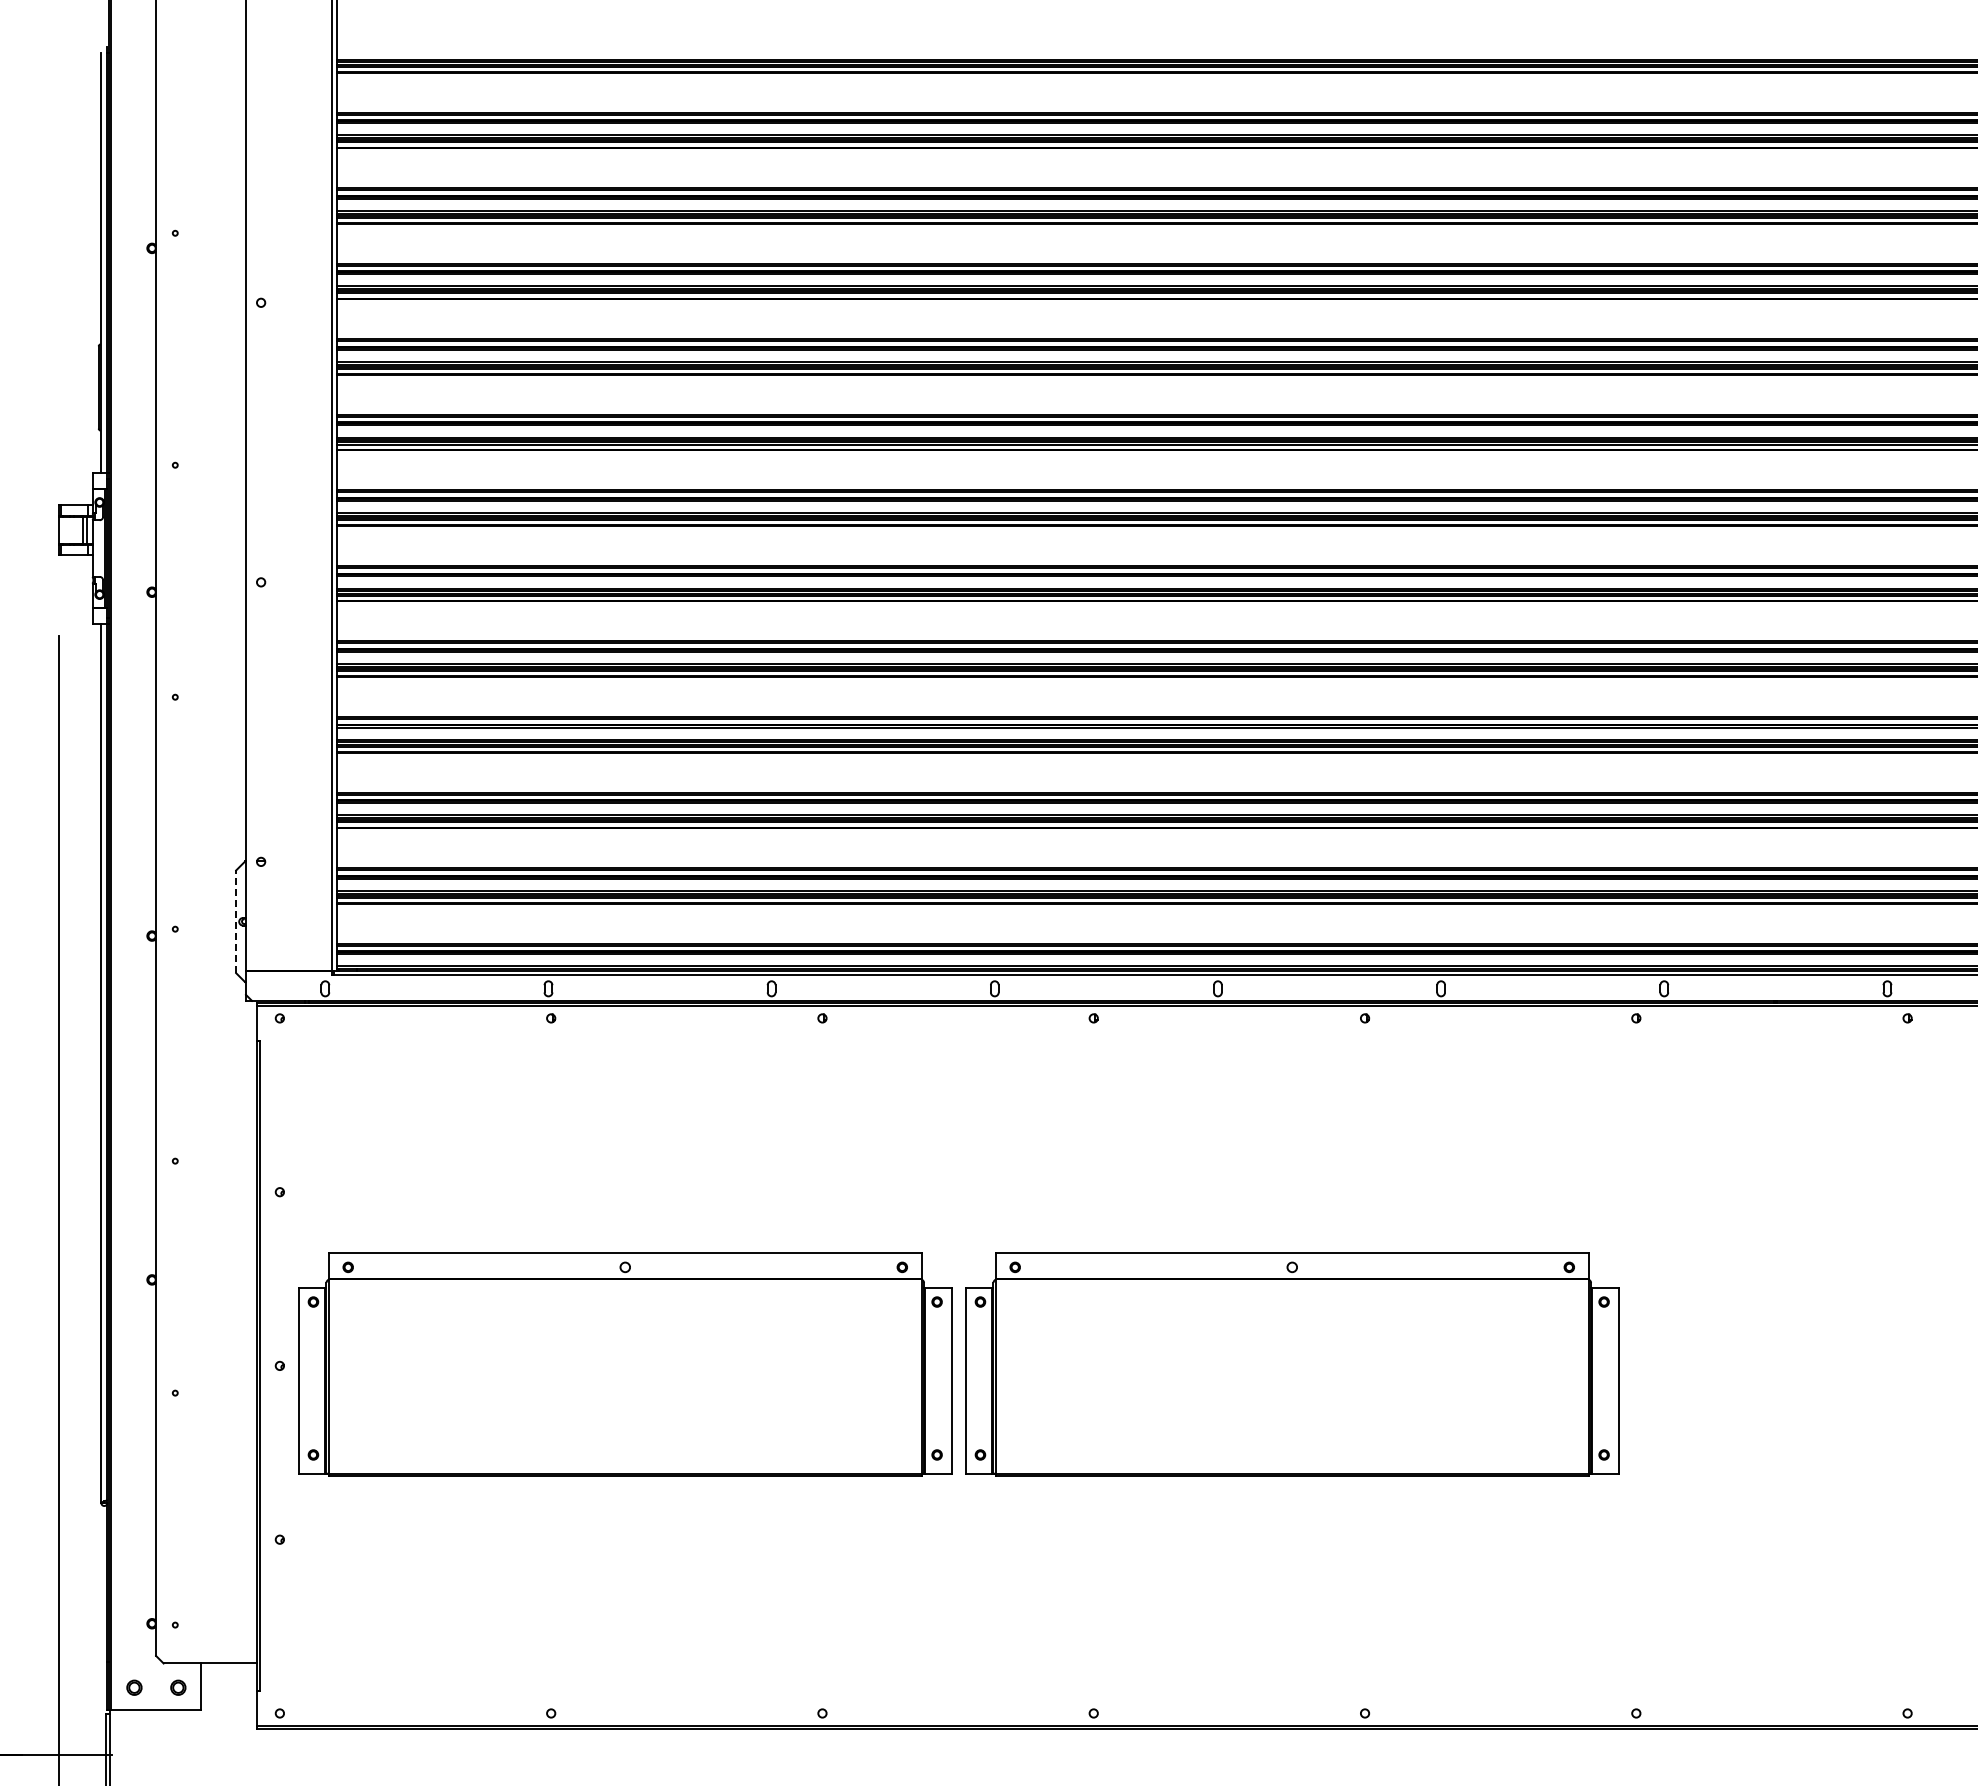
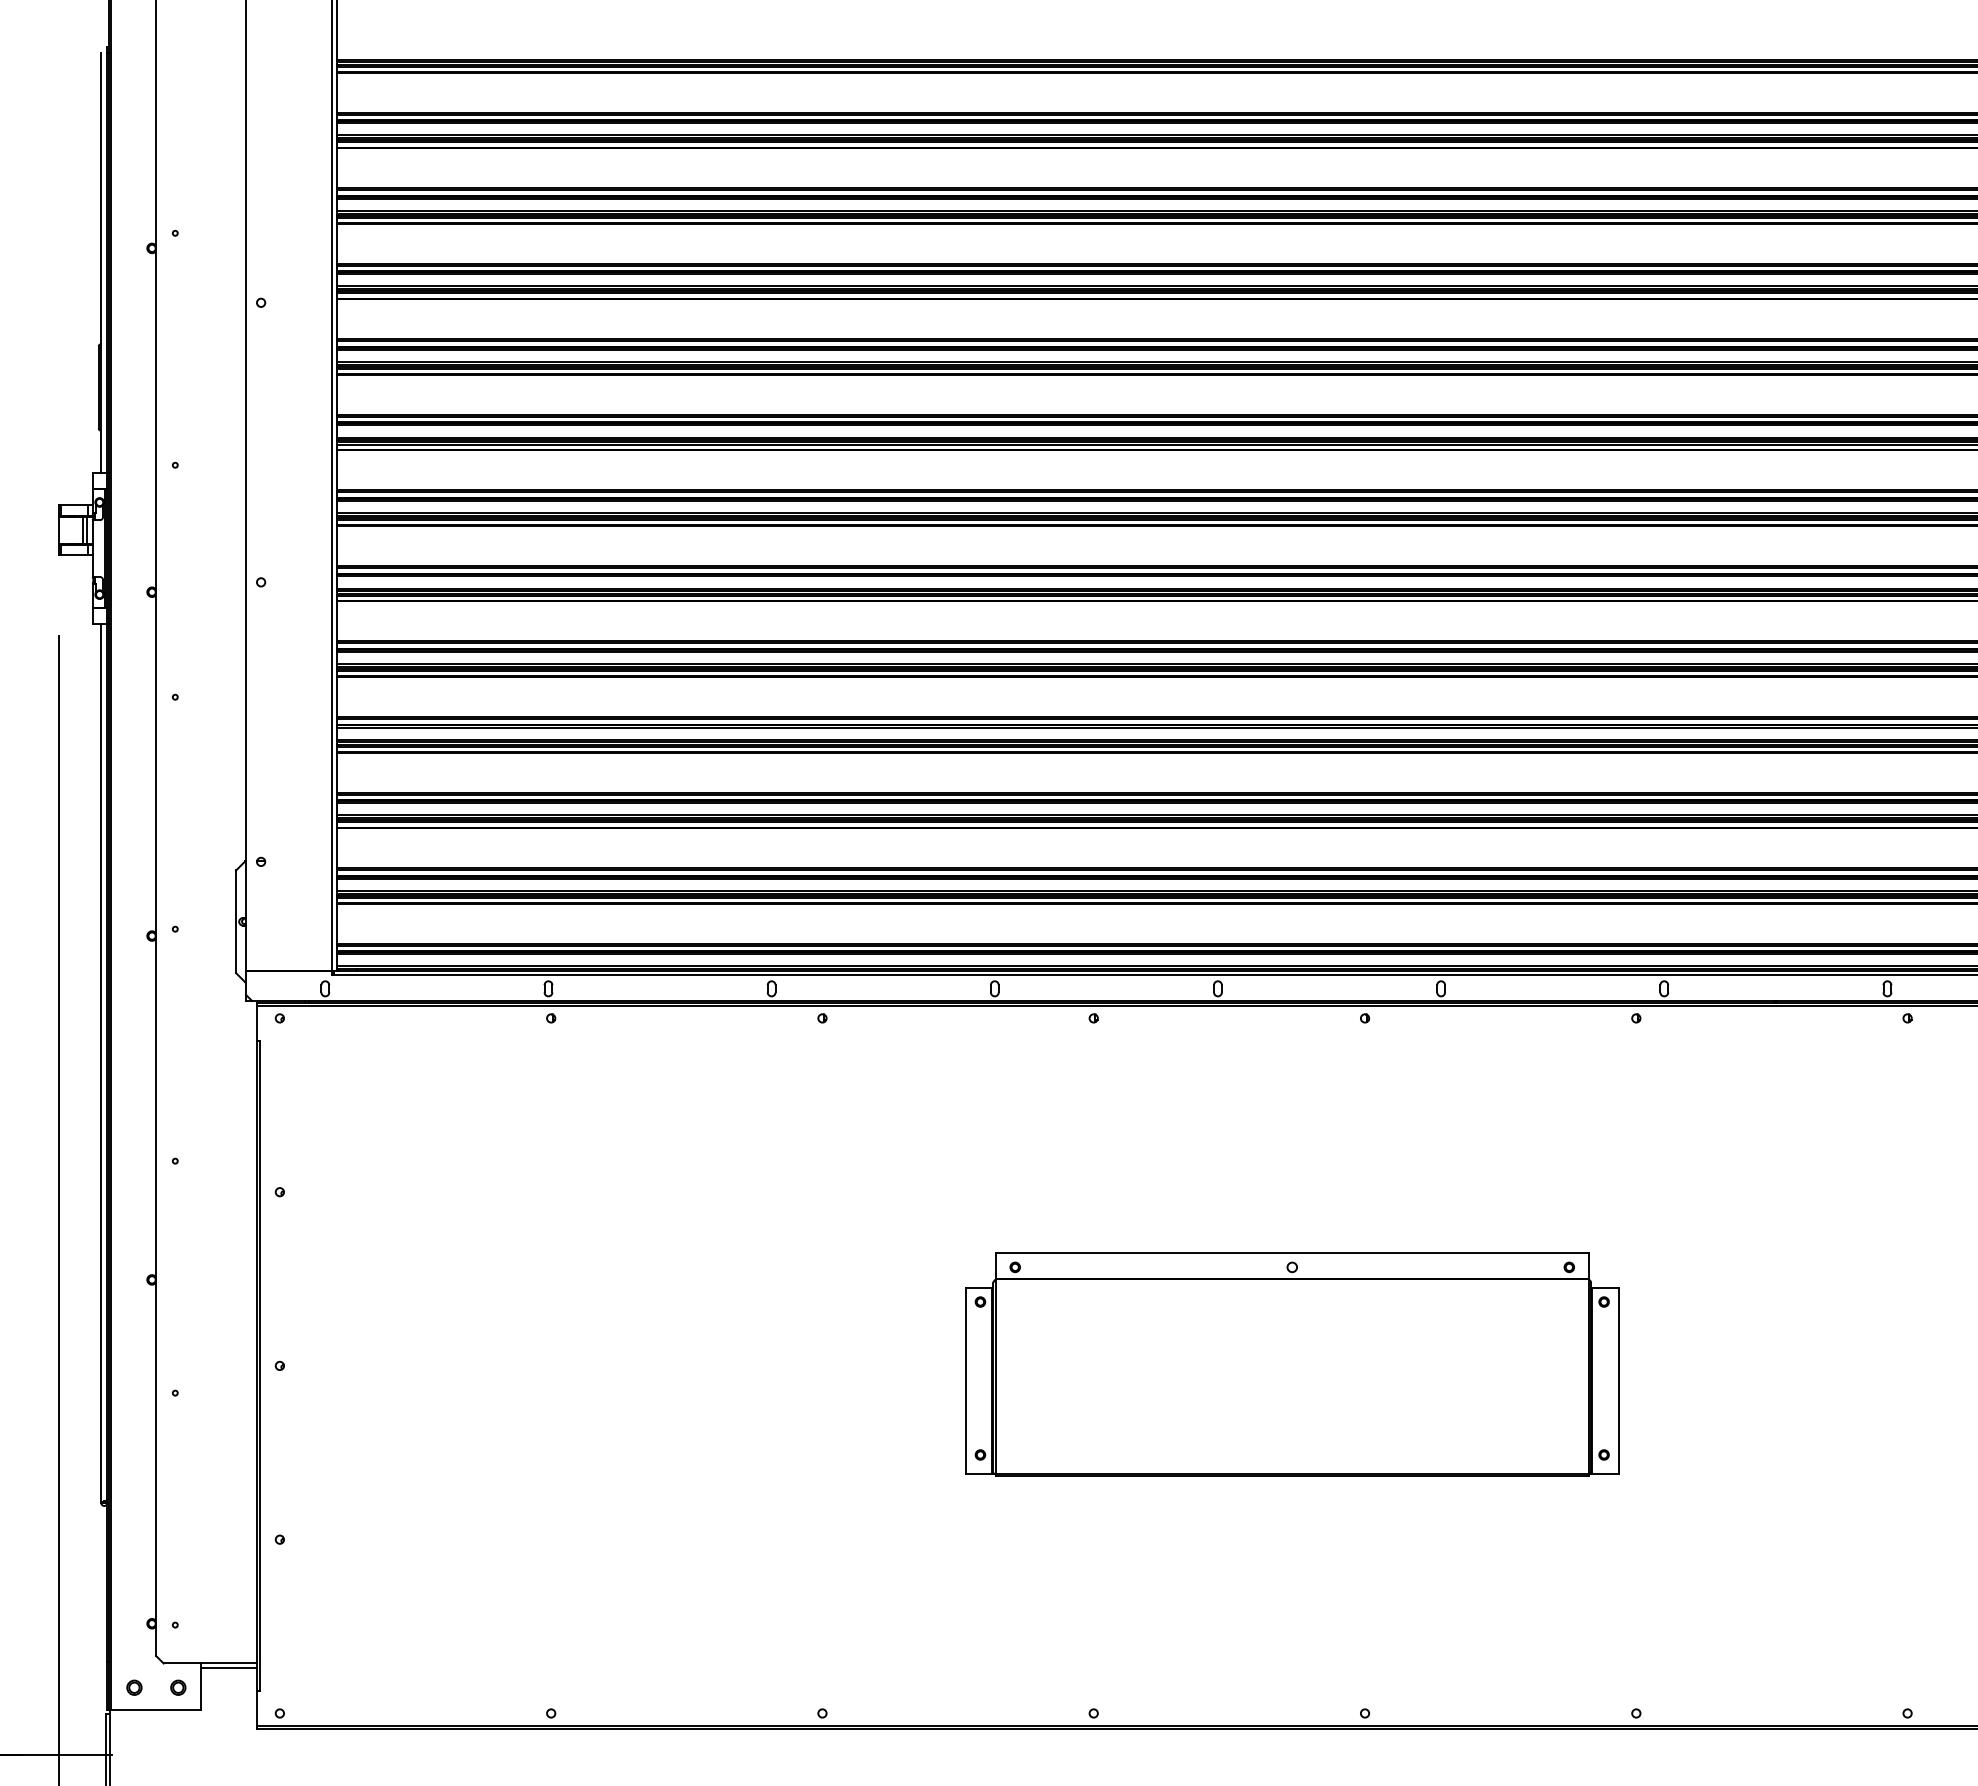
line at (236, 921): dashed -> solid
part at (625, 1364): present -> none
line at (229, 1667): none -> present
